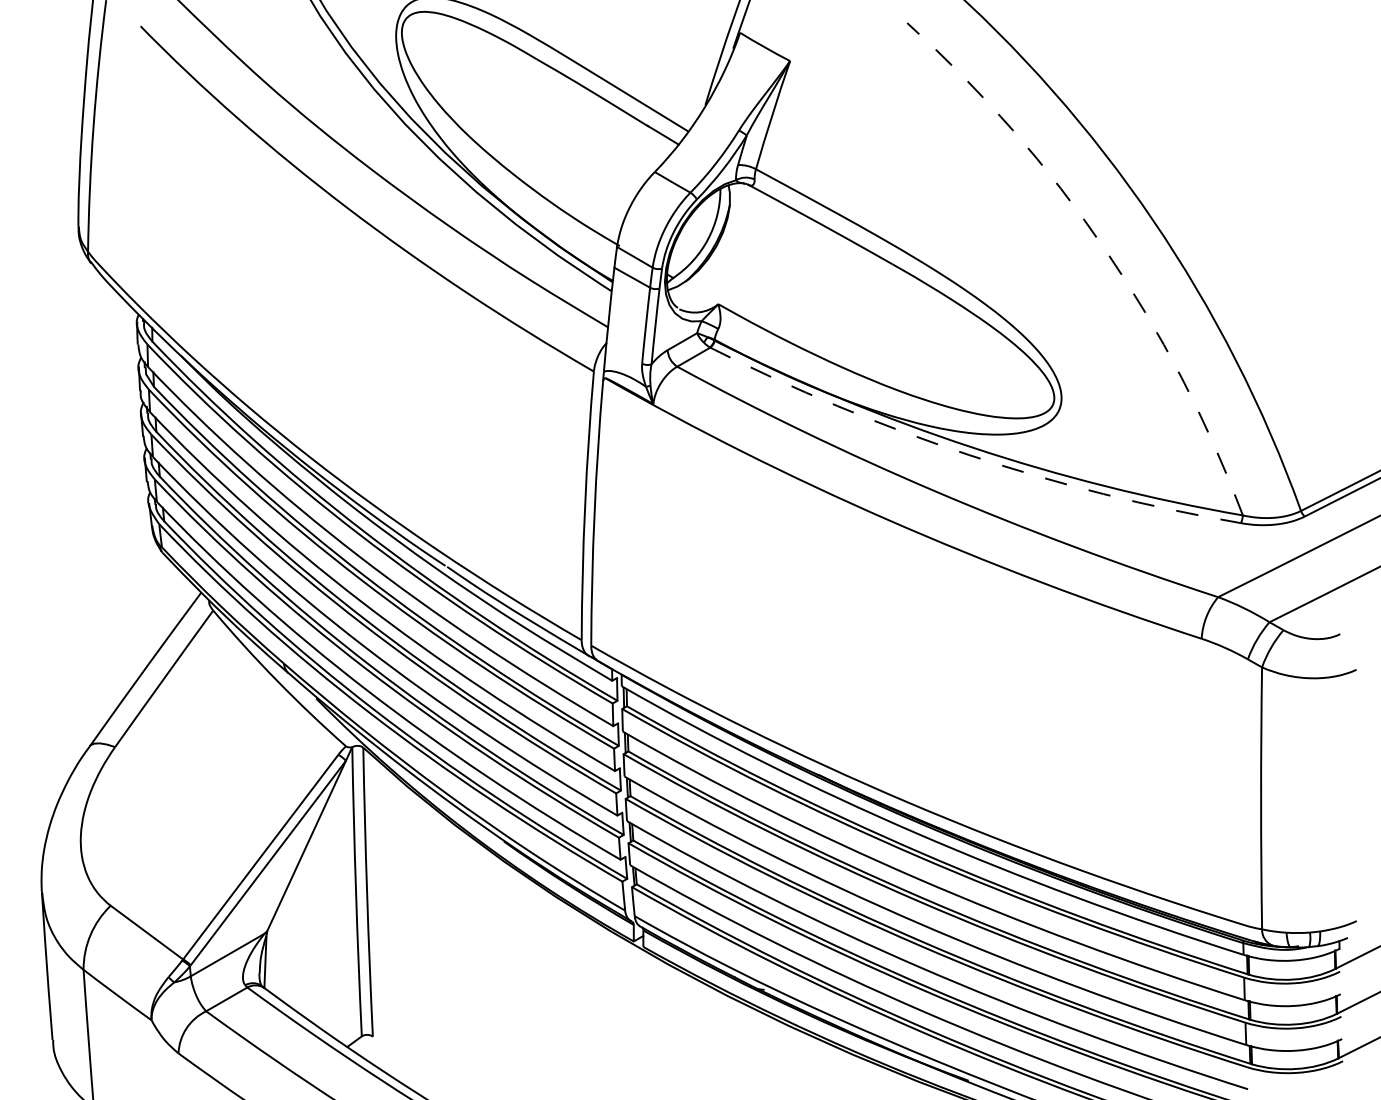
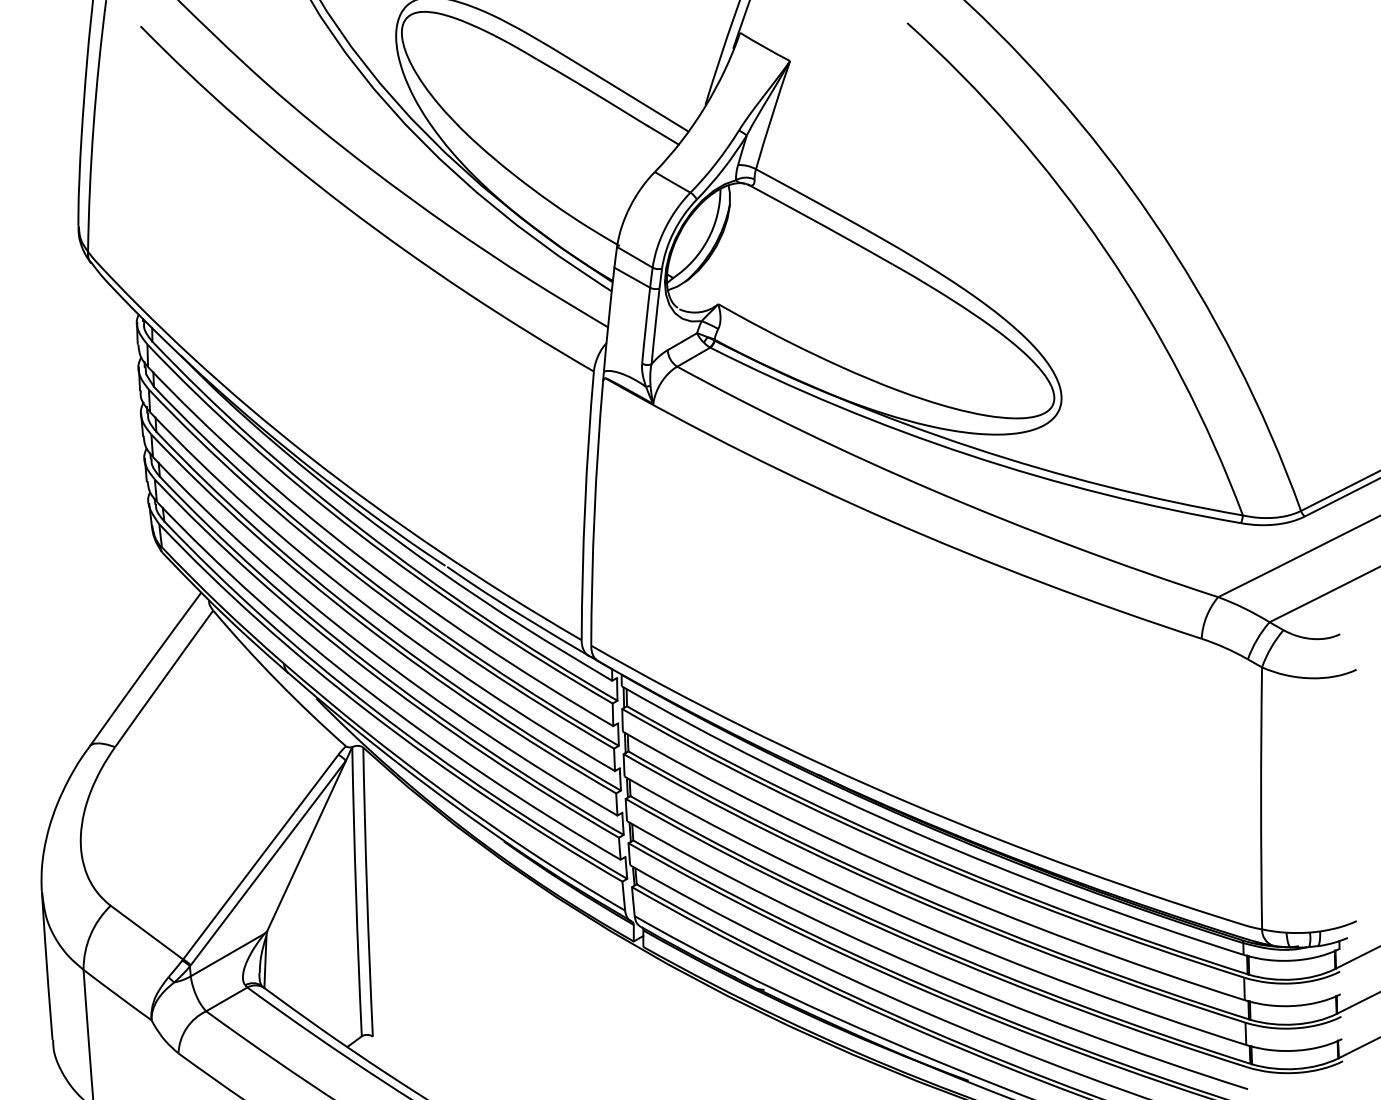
arc at (1104, 249): dashed -> solid
arc at (969, 455): dashed -> solid
